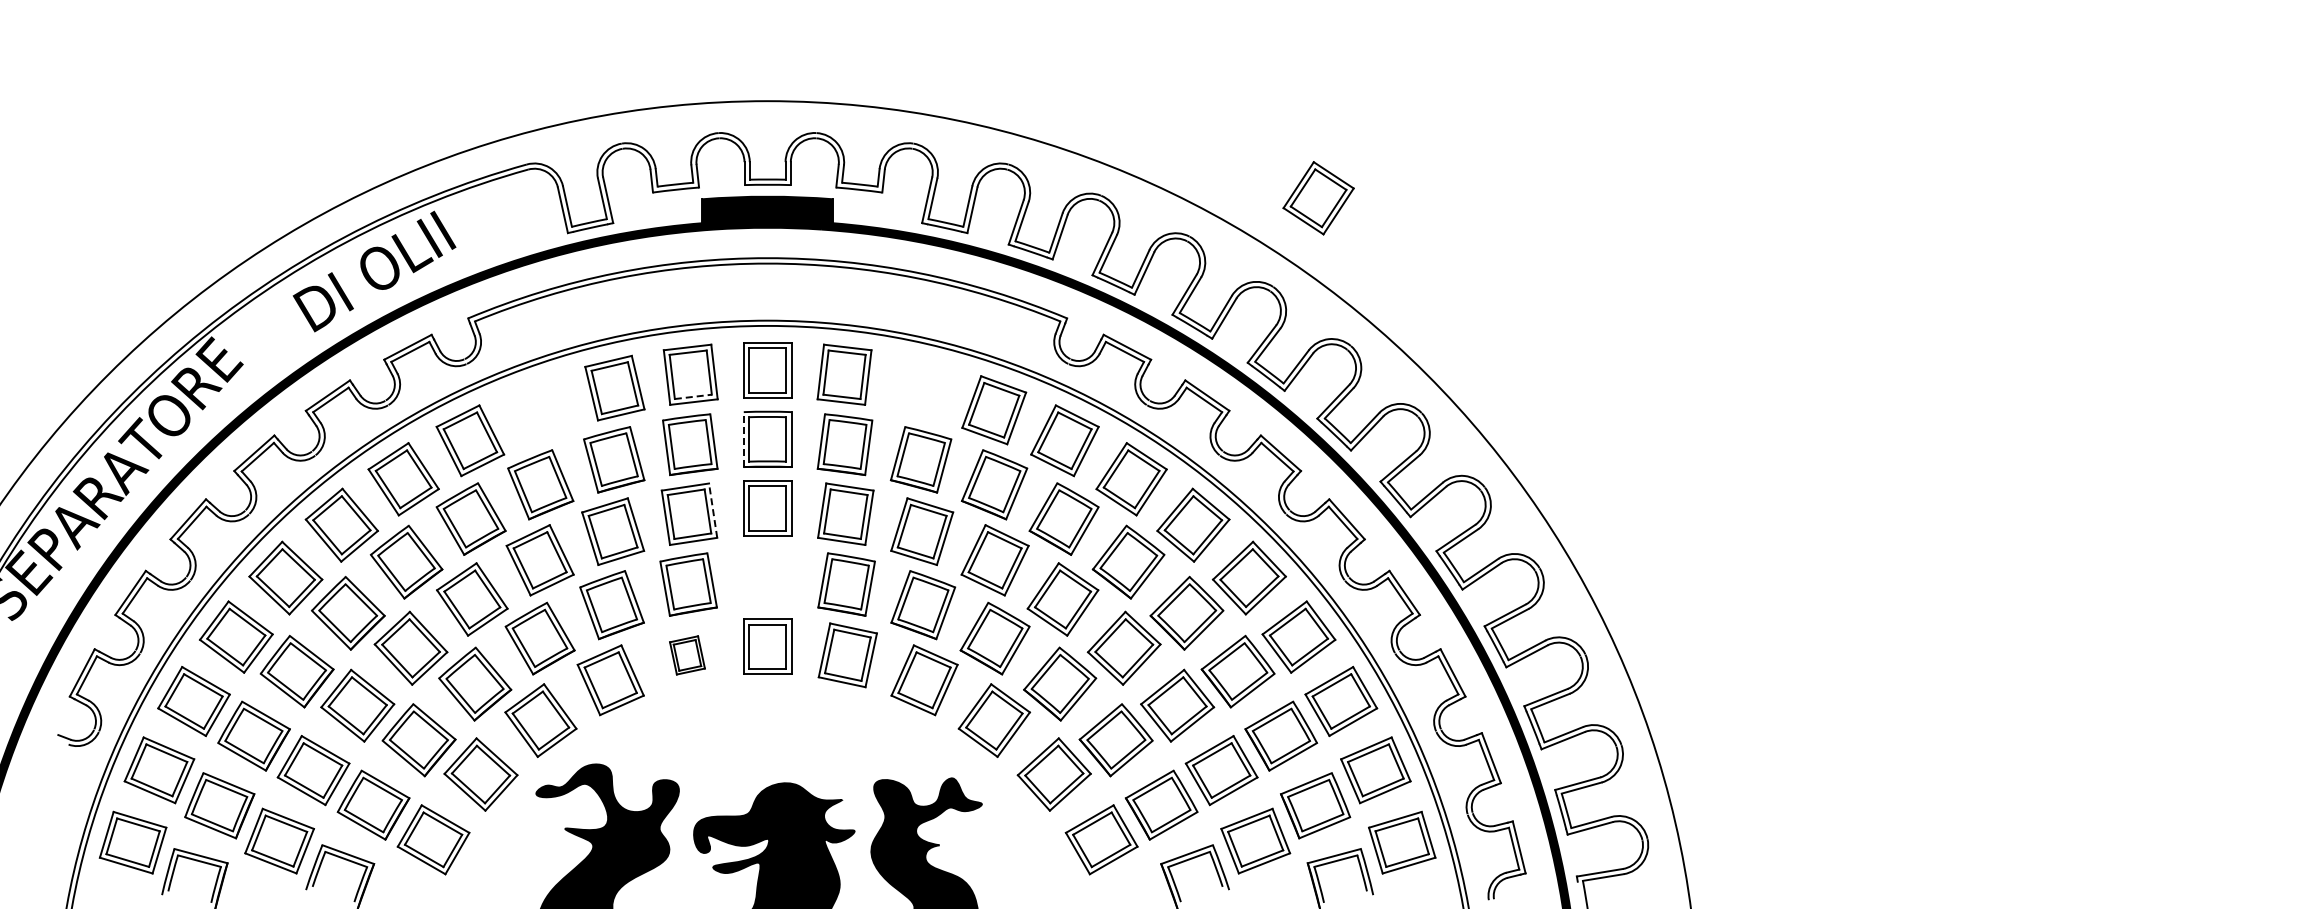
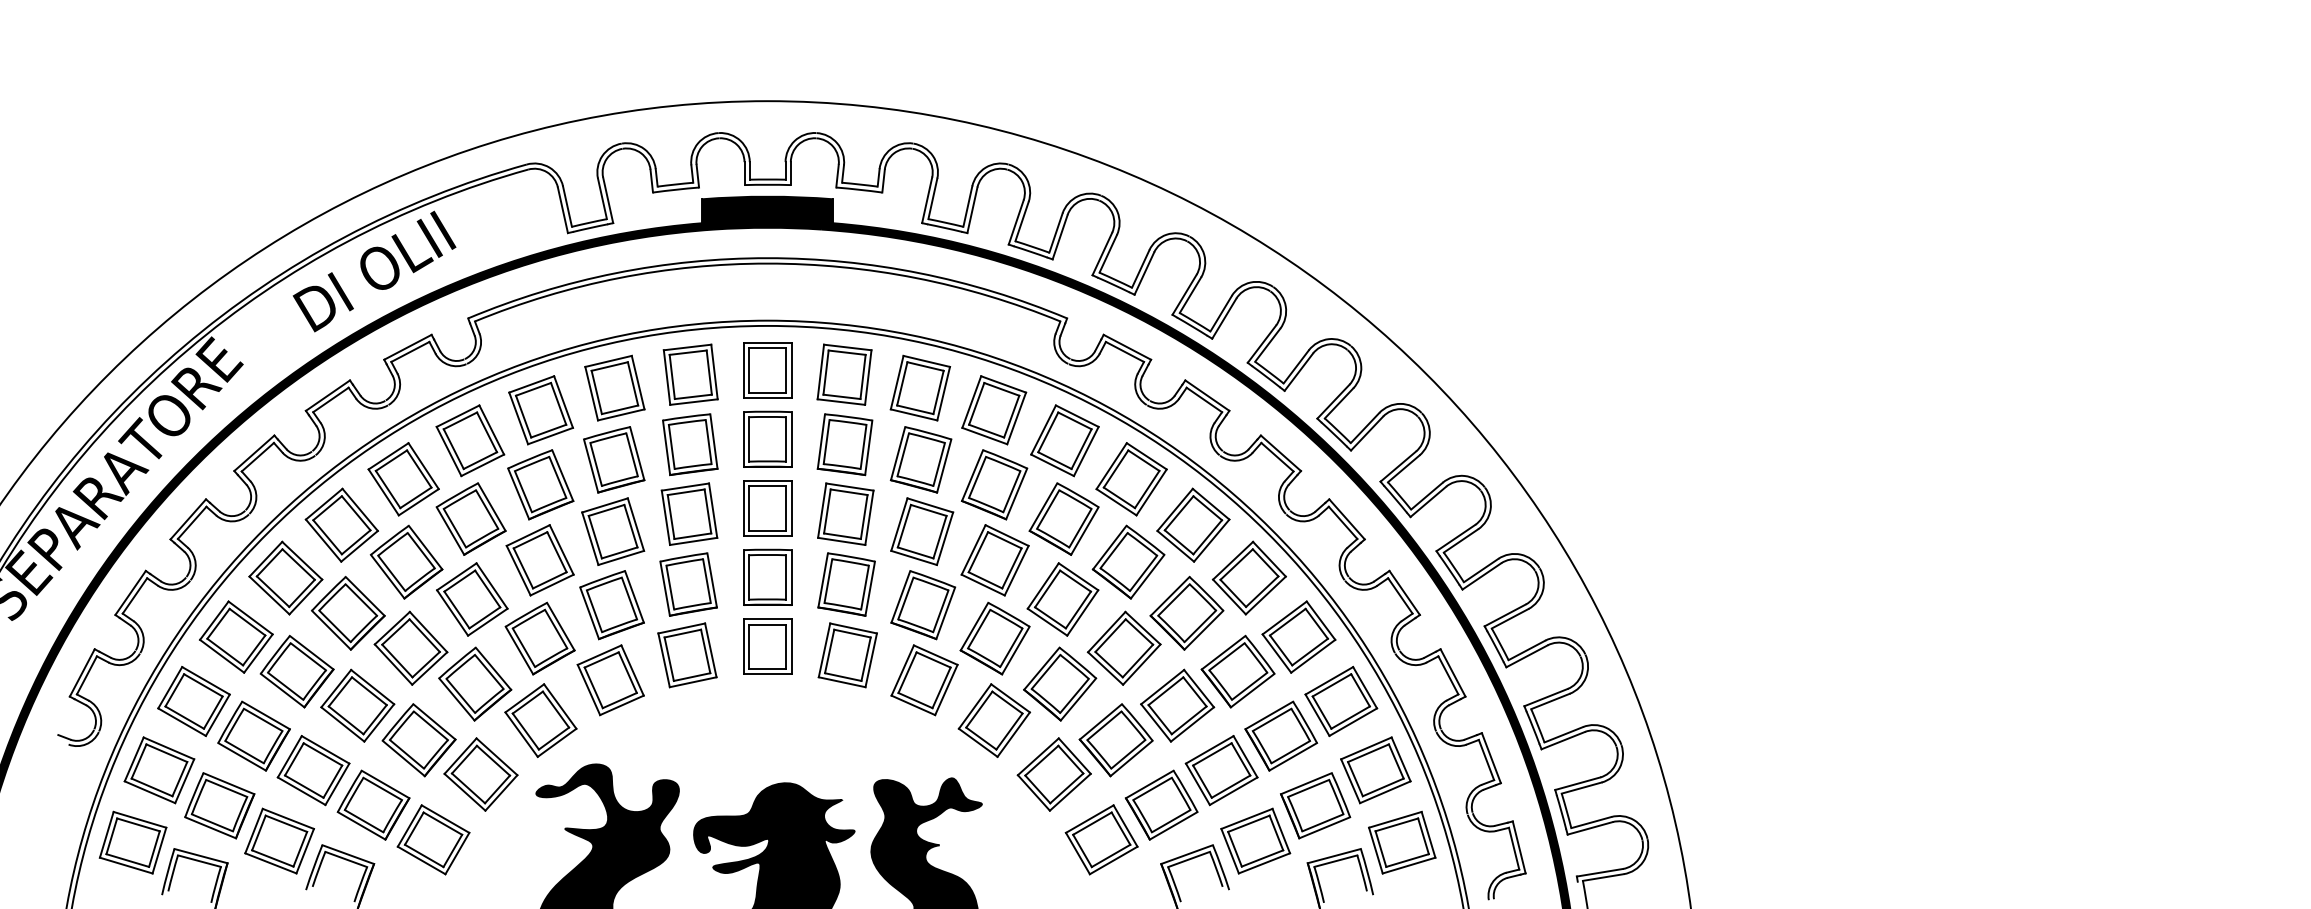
part at (1318, 198): present -> none
part at (920, 387): none -> present
line at (693, 396): dashed -> solid
part at (541, 410): none -> present
line at (743, 439): dashed -> solid
line at (713, 510): dashed -> solid
part at (767, 576): none -> present
part at (687, 655) size: 37x41 px -> 61x67 px
